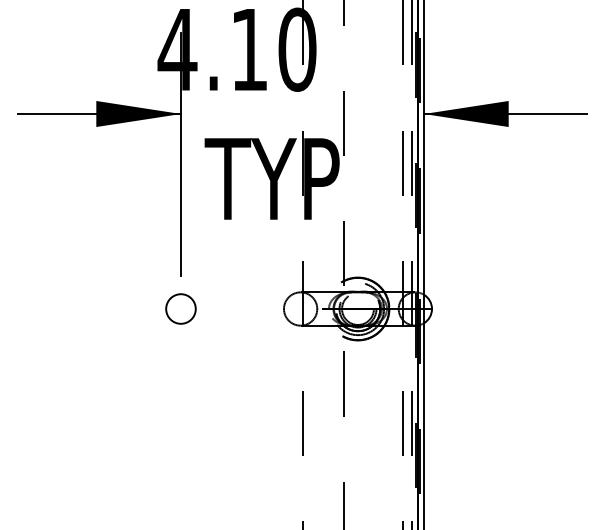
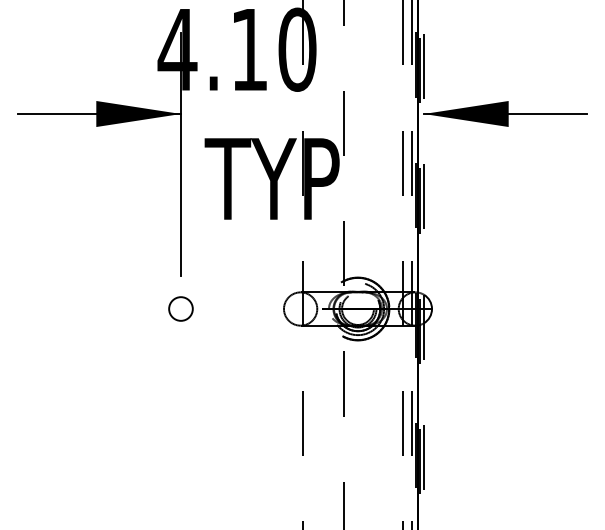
line at (424, 264): solid -> dashed
circle at (180, 308) size: 32x32 px -> 26x26 px
